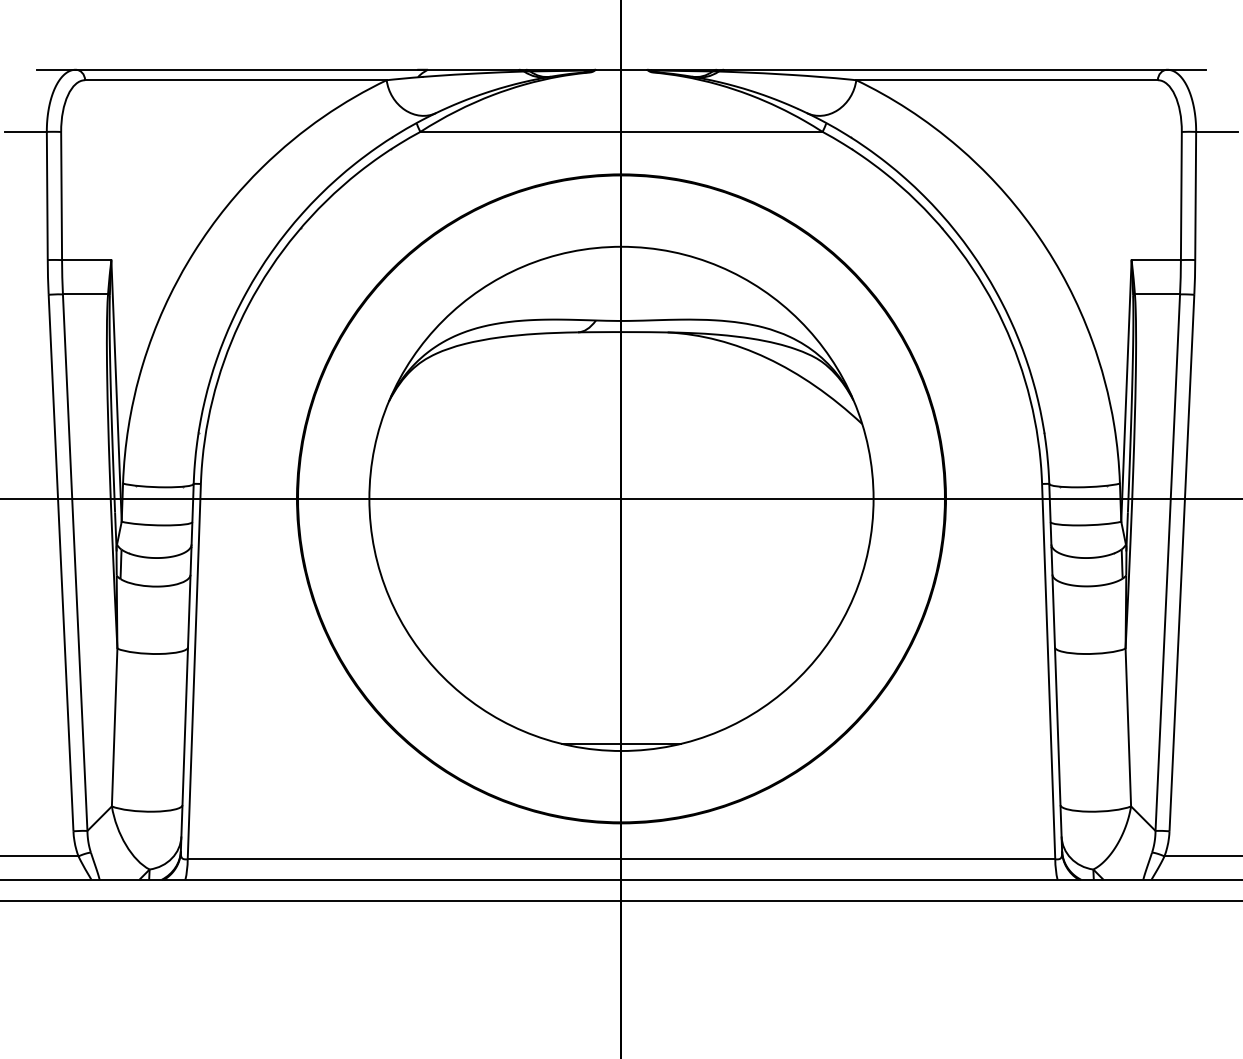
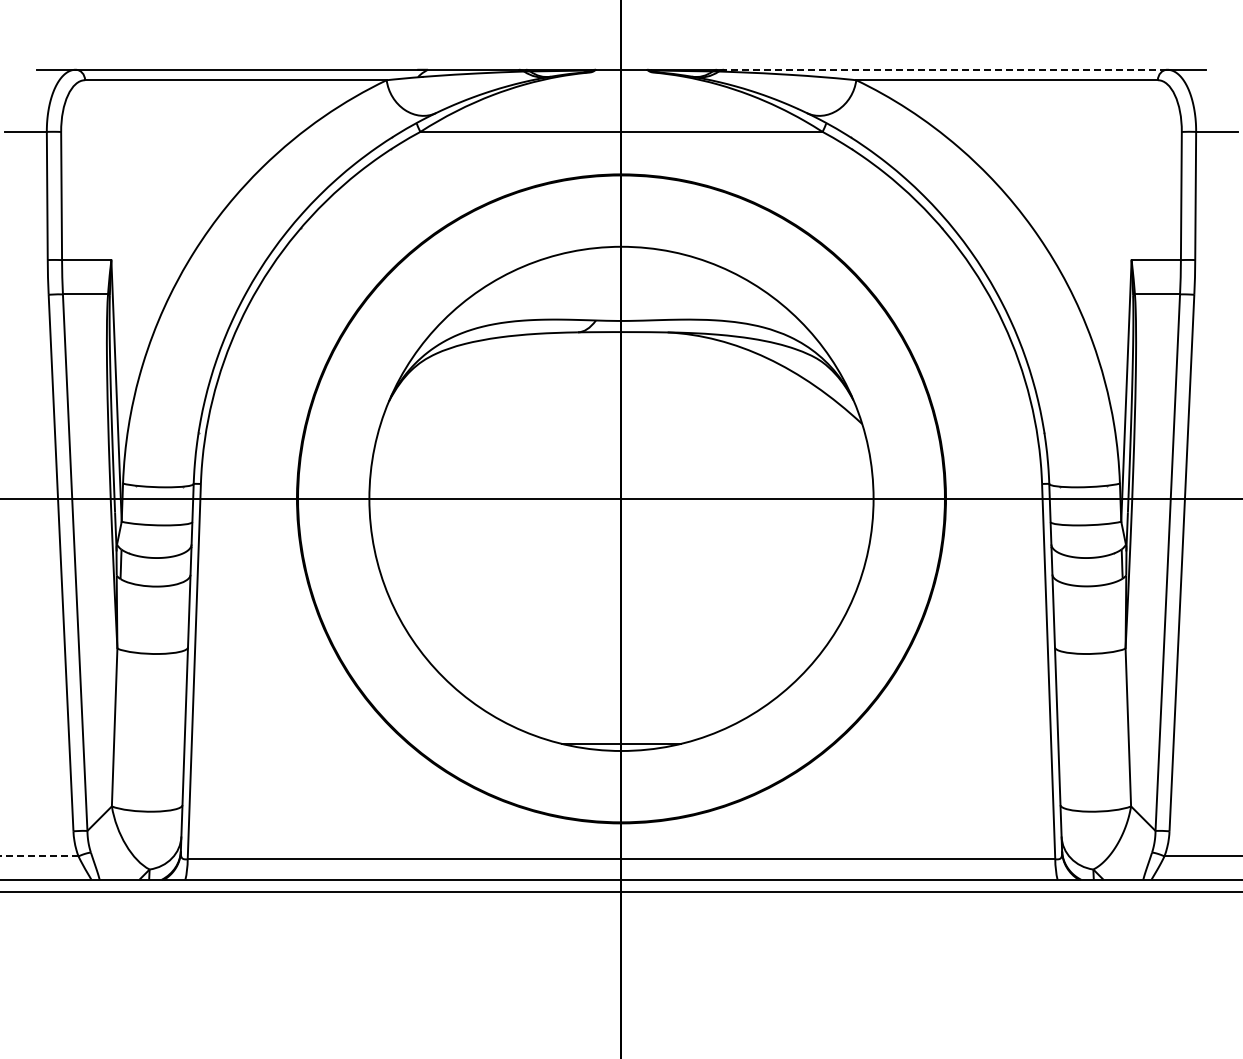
line at (945, 69): solid -> dashed
line at (39, 856): solid -> dashed
line at (620, 901) position: (620, 901) -> (620, 892)
